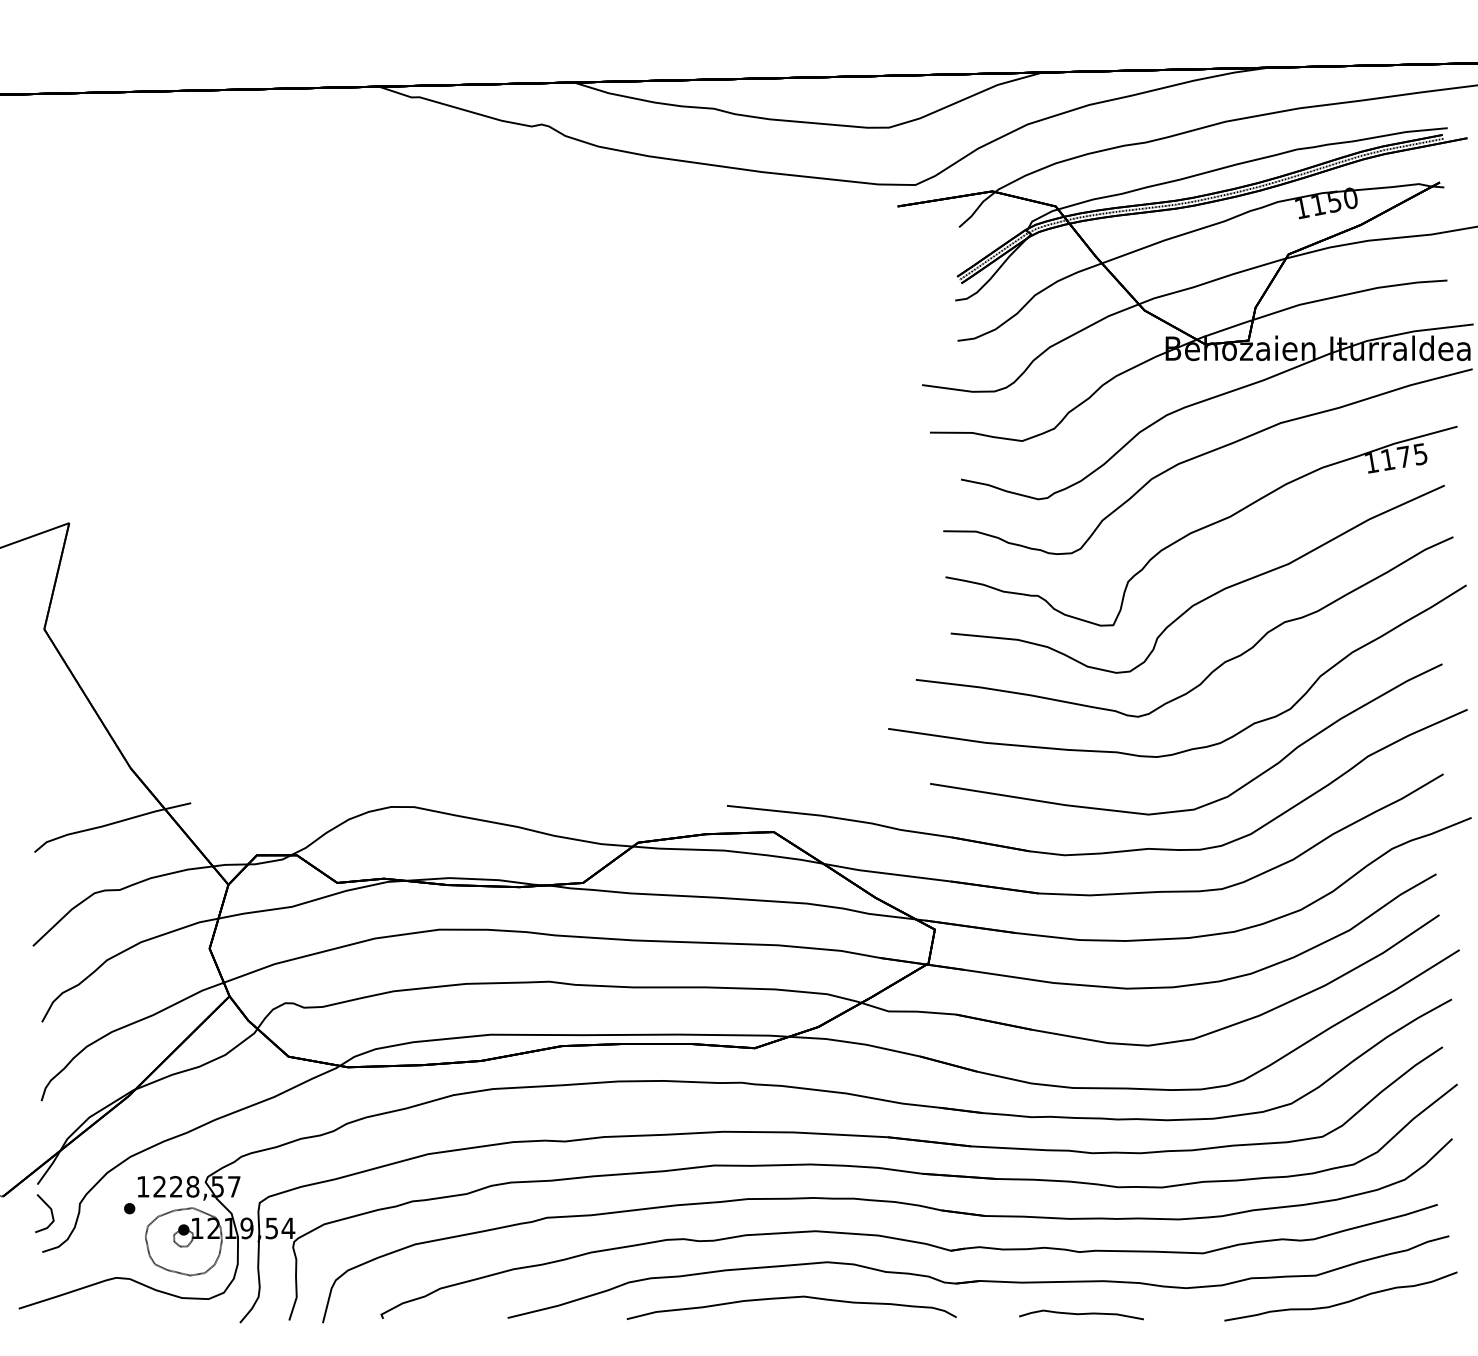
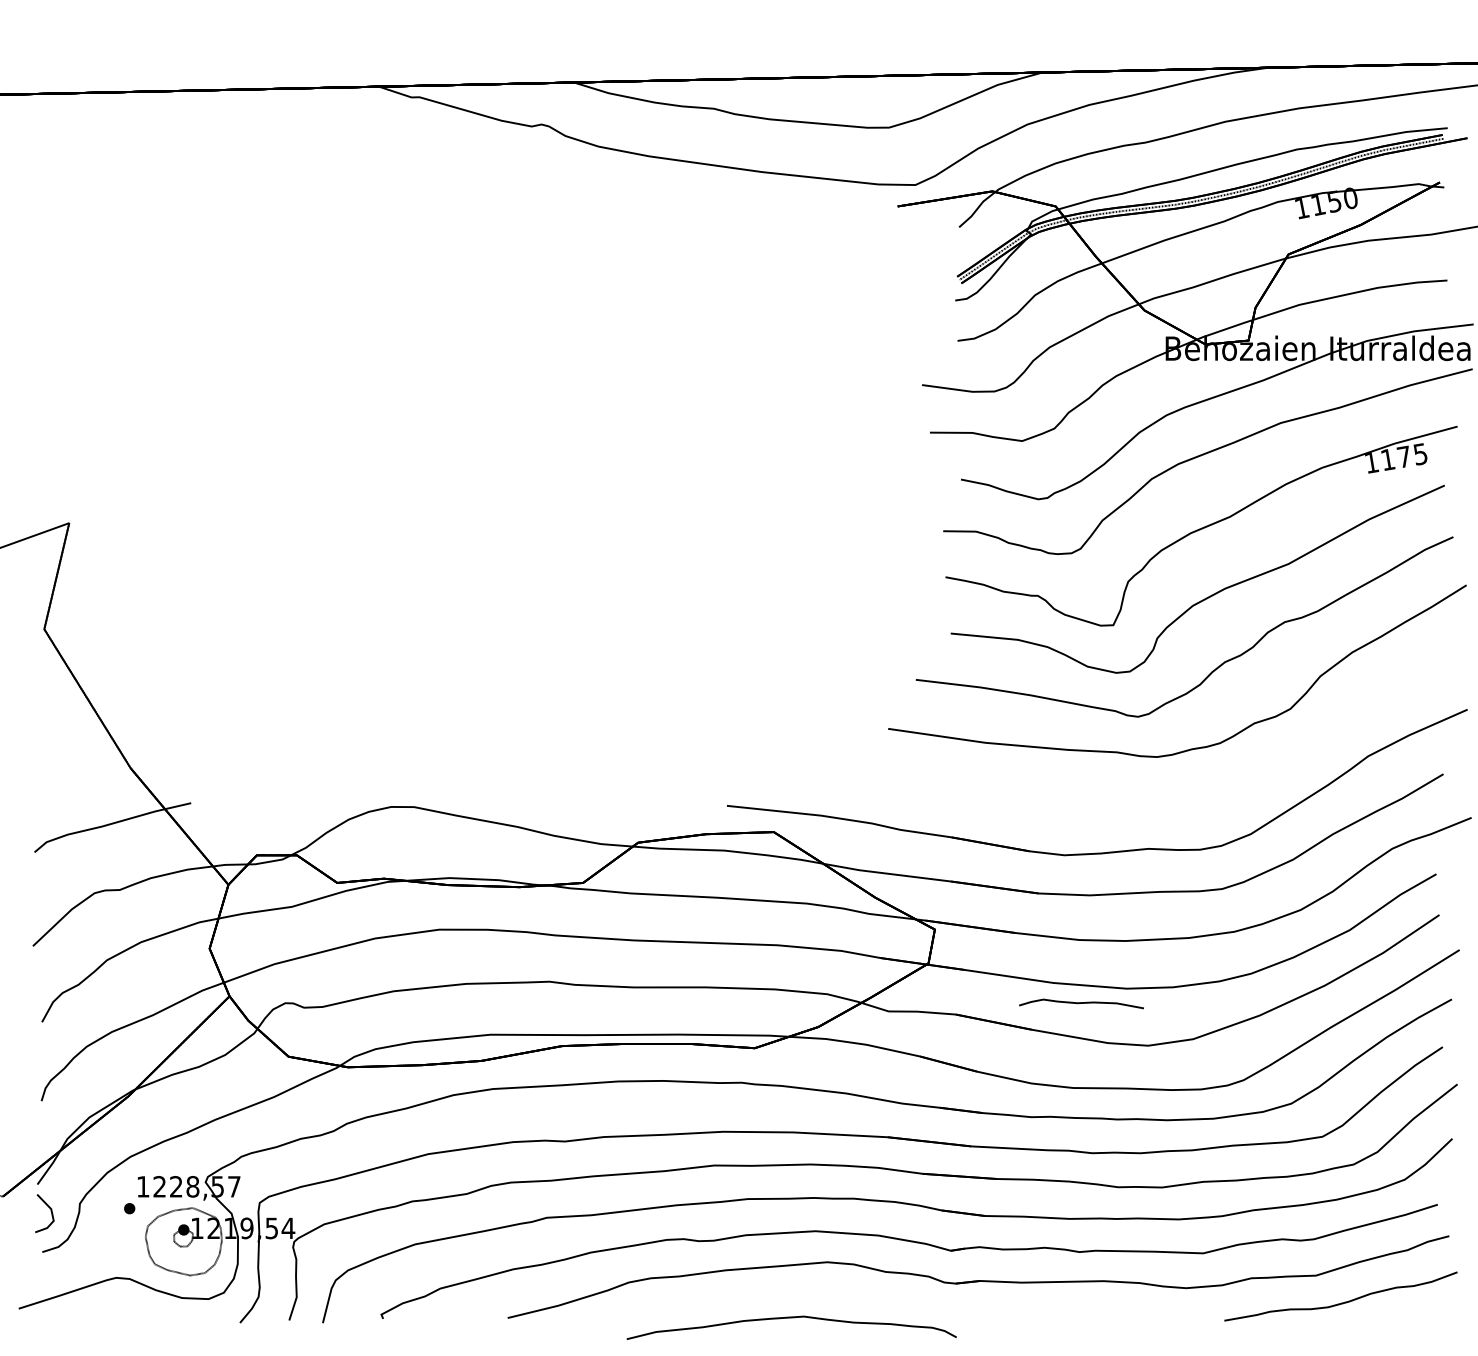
part at (1206, 803): present -> none
curve at (791, 1298) position: (791, 1298) -> (791, 1318)
curve at (1081, 1314) position: (1081, 1314) -> (1081, 1003)
